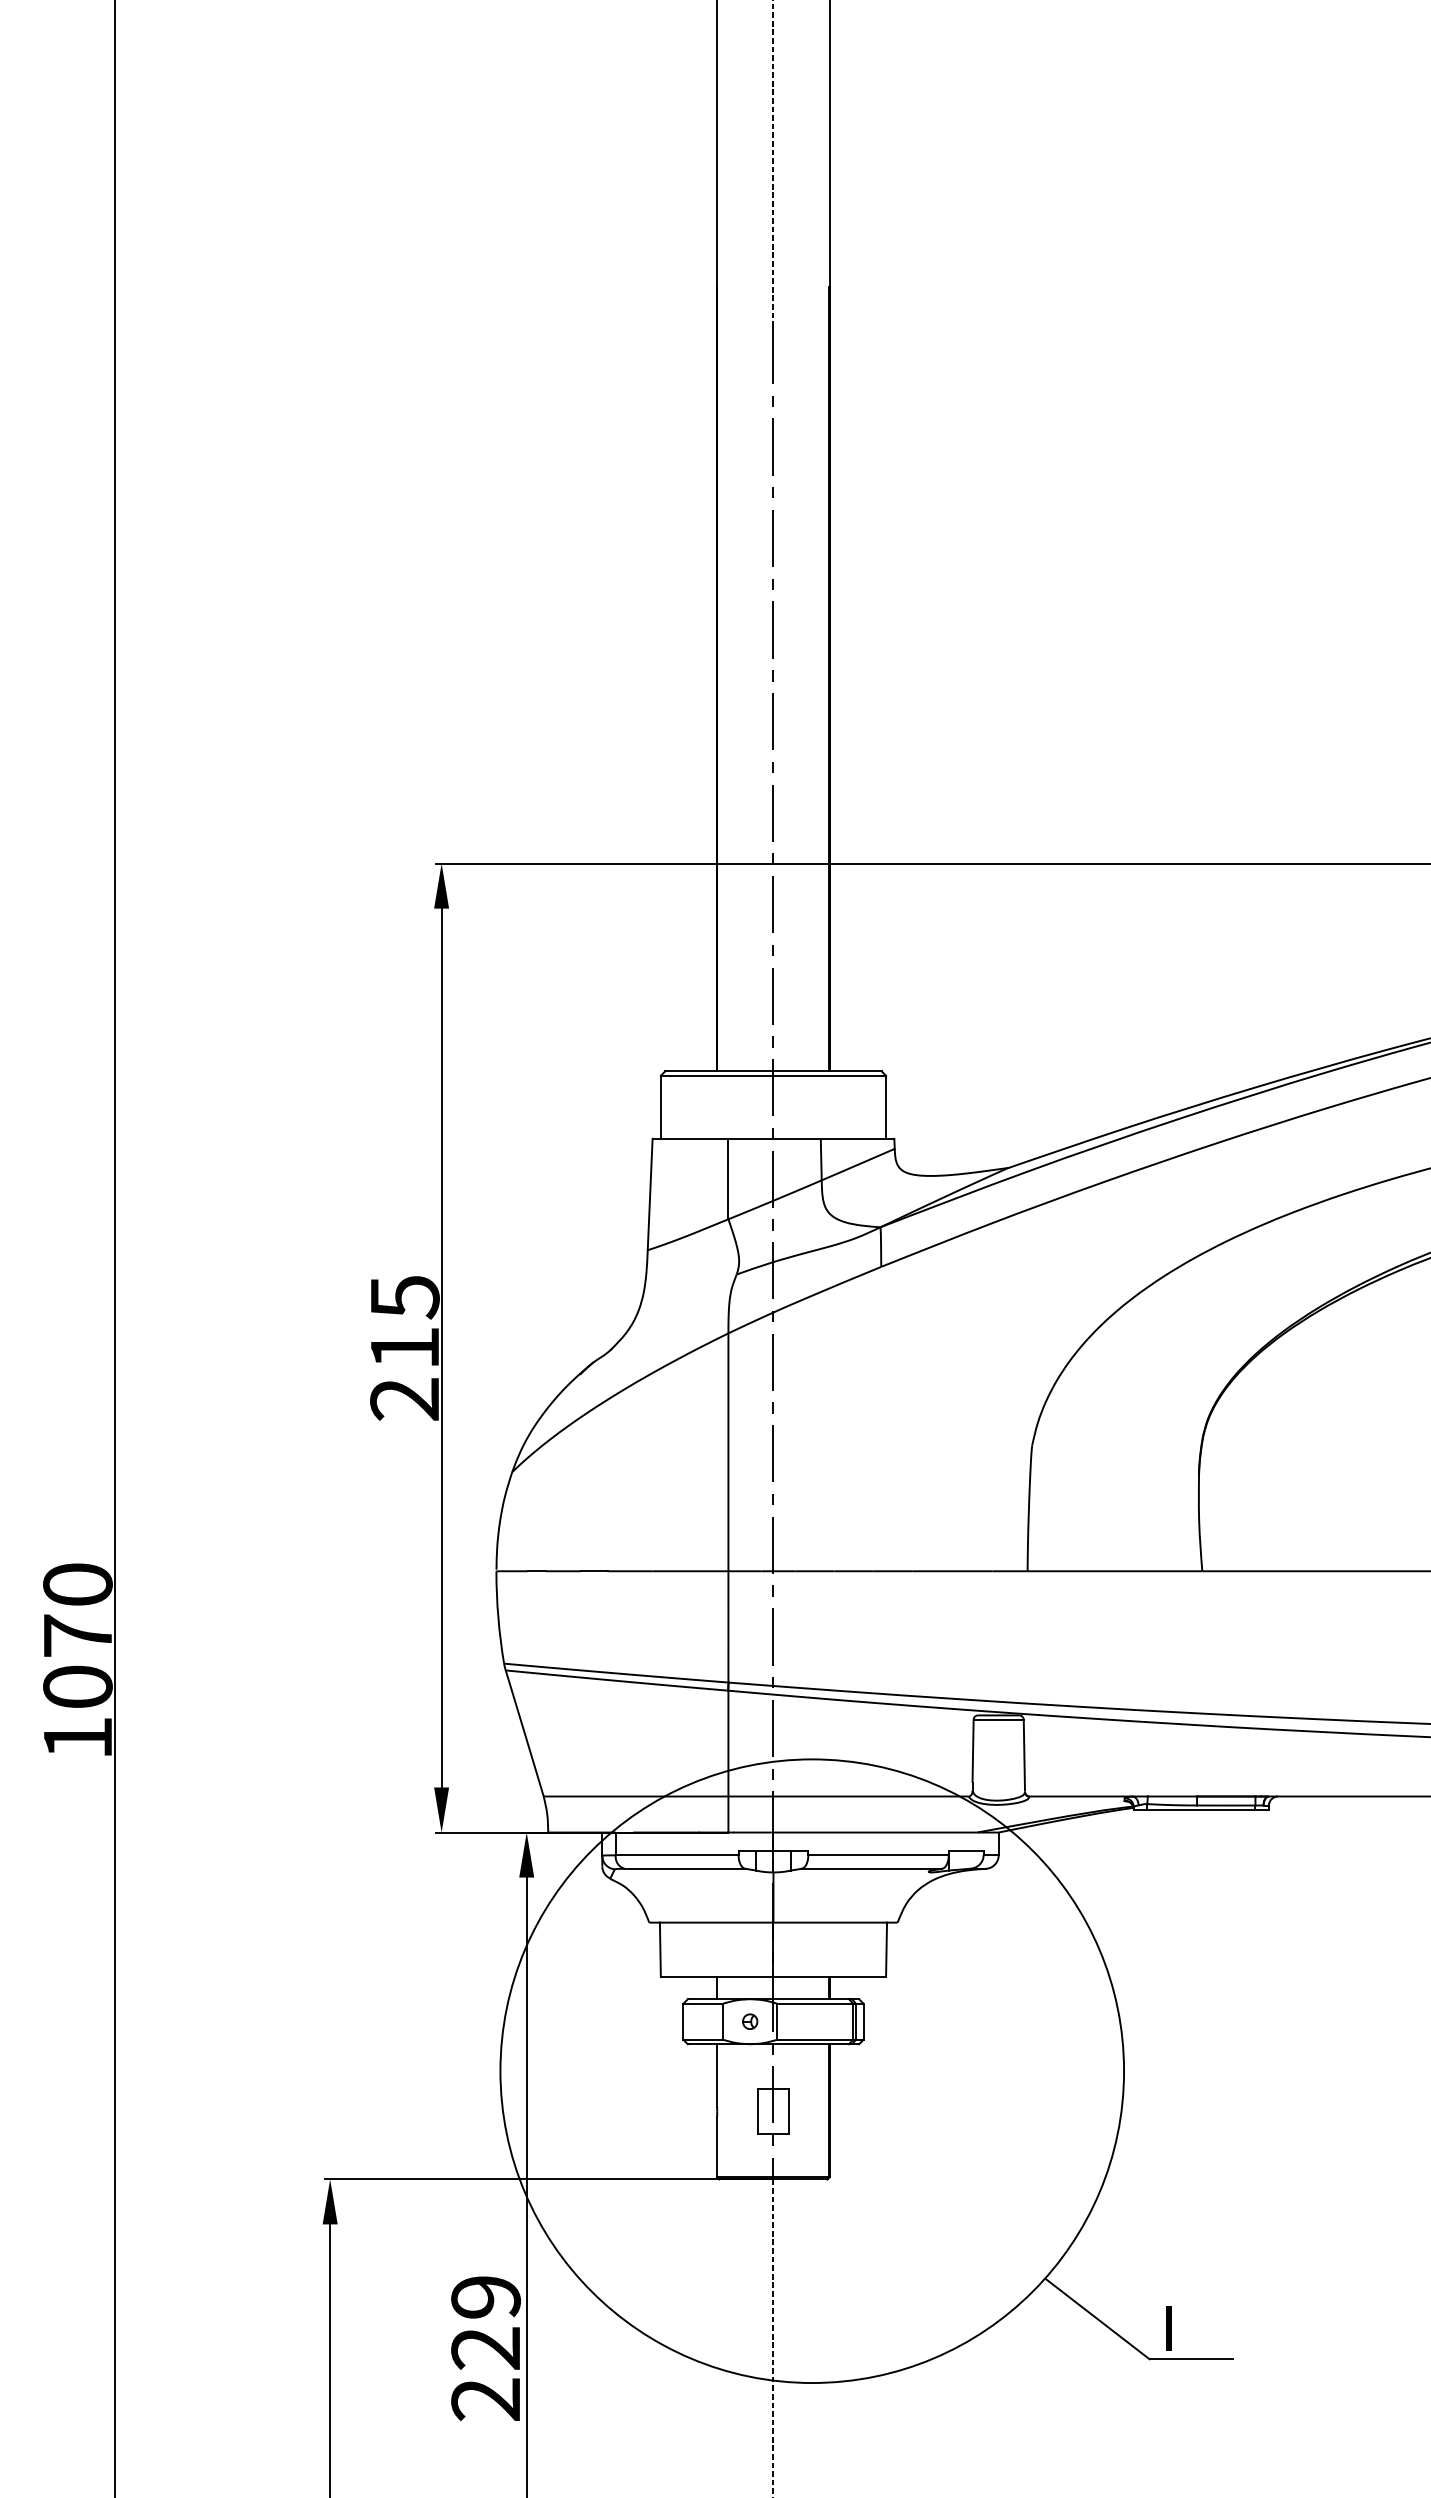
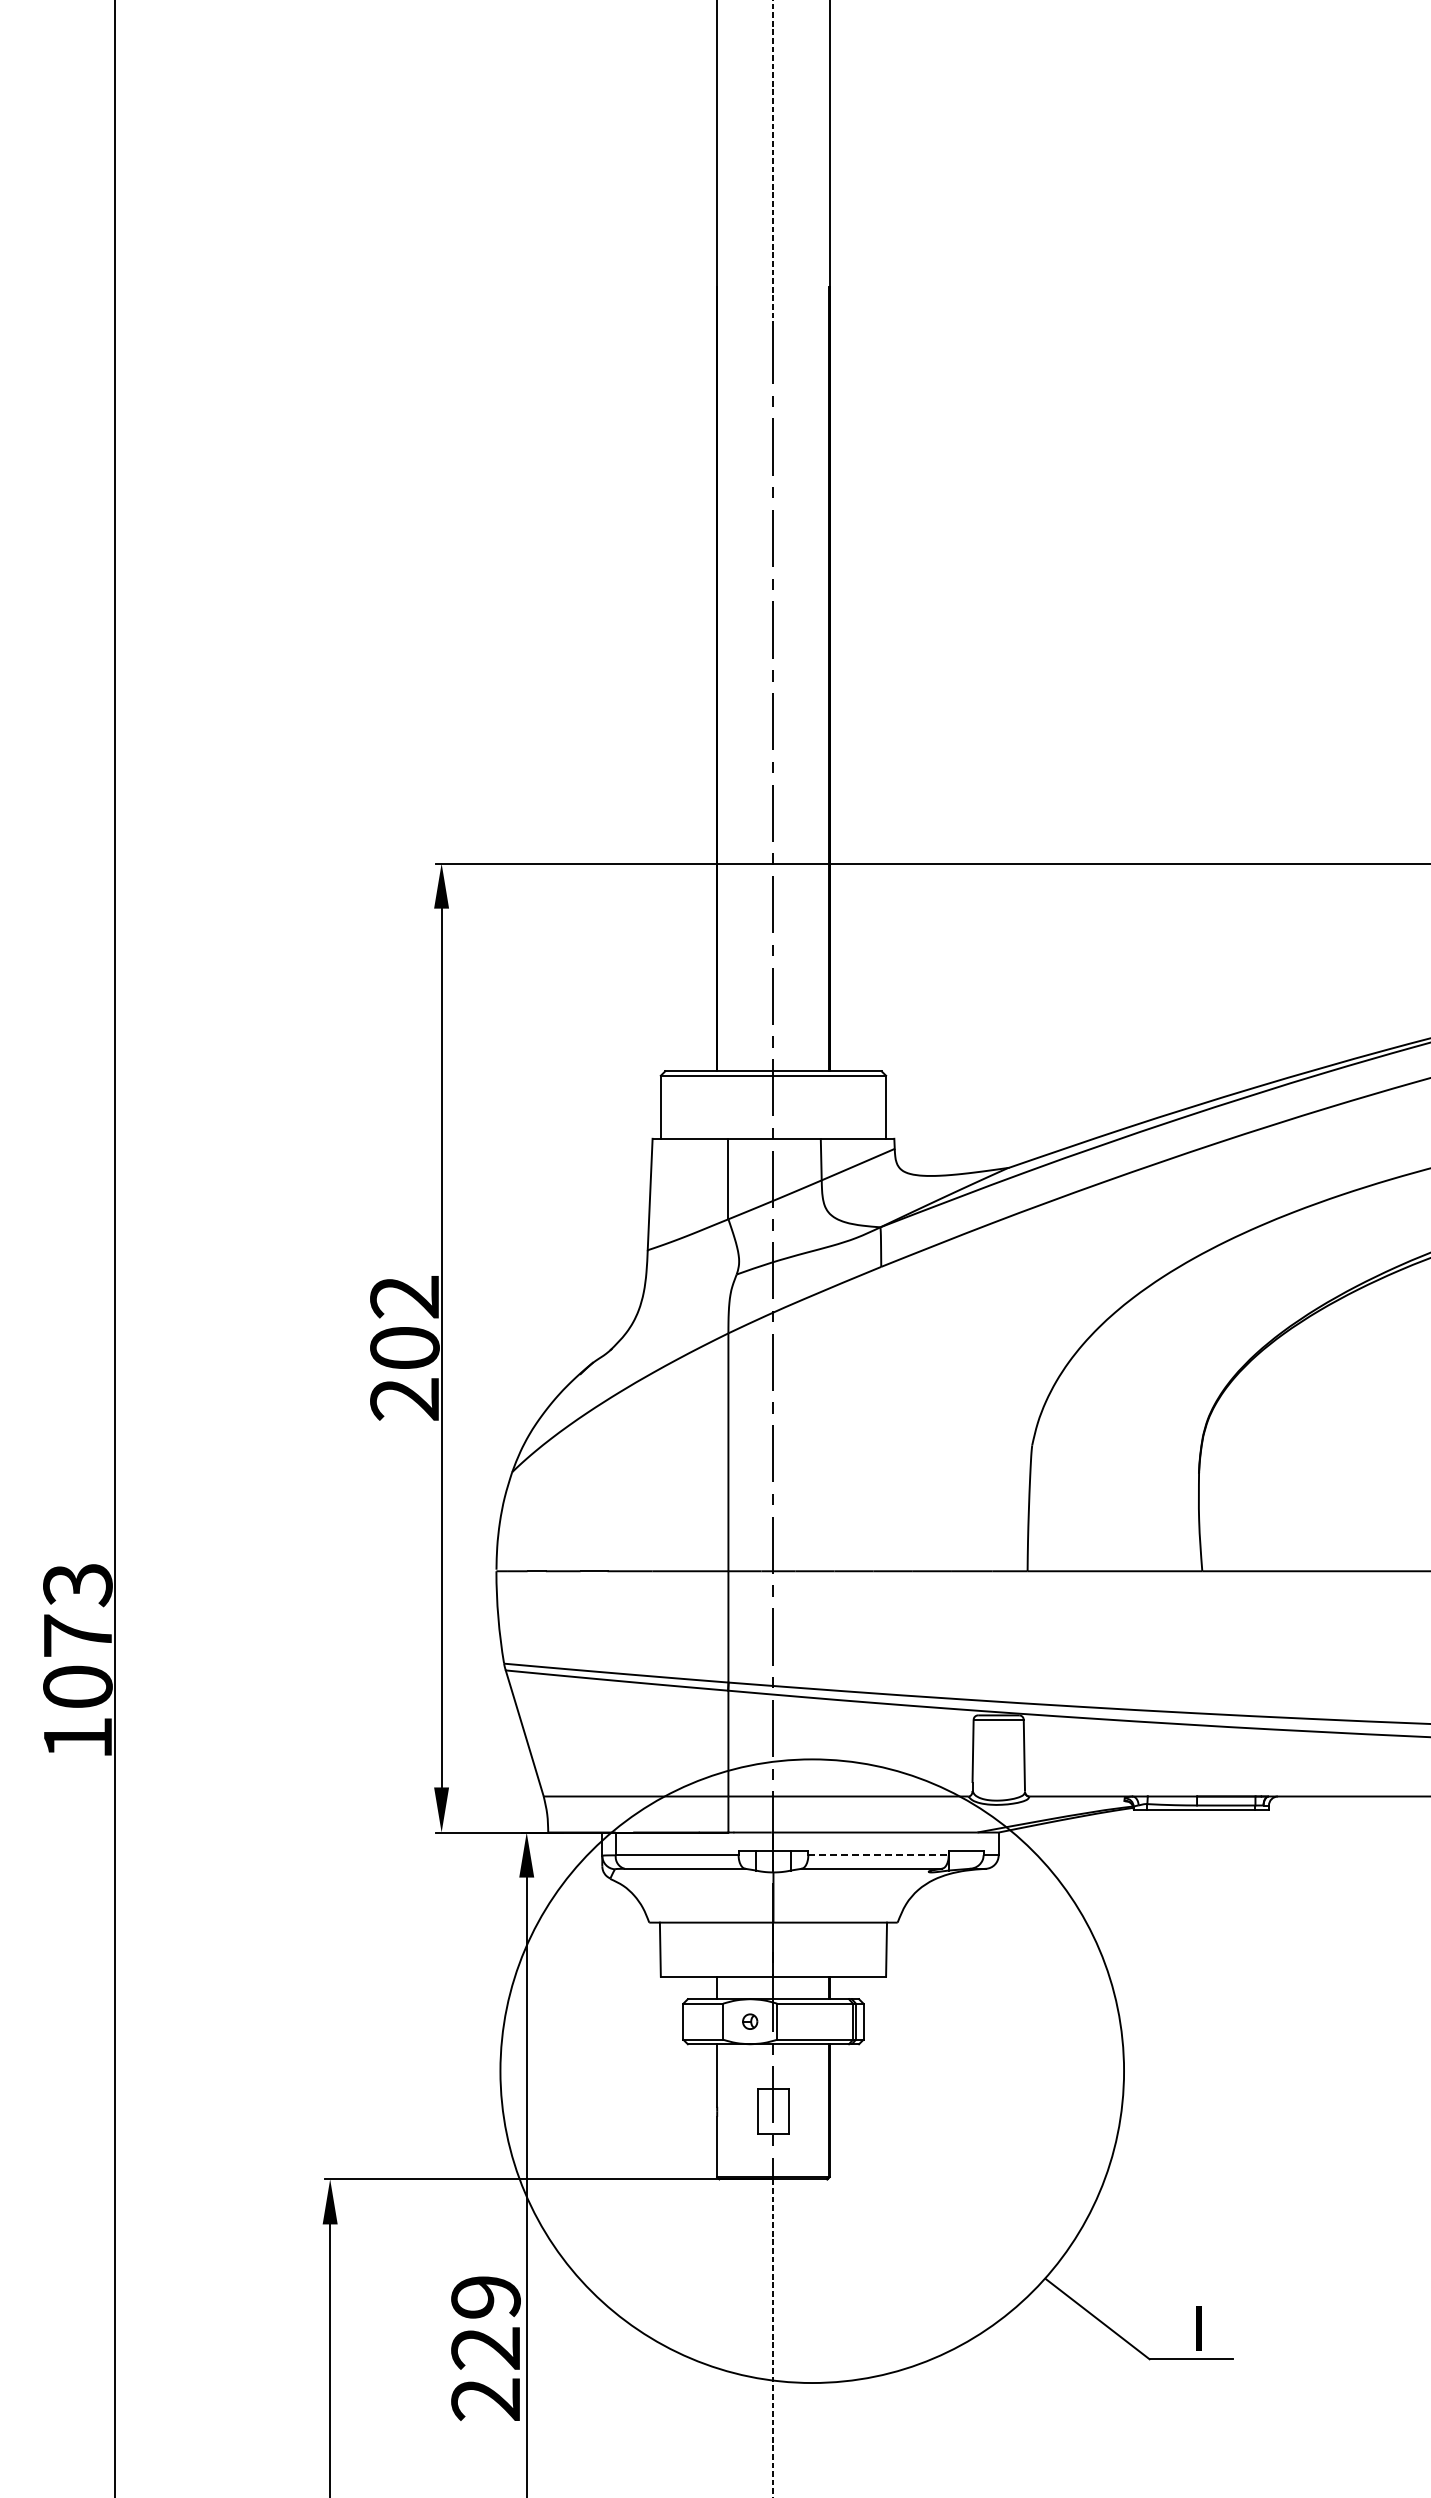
text at (404, 1322): 215 -> 202
text at (77, 1585): 1070 -> 1073
line at (879, 1855): solid -> dashed
text at (1168, 2328) position: (1168, 2328) -> (1198, 2328)
